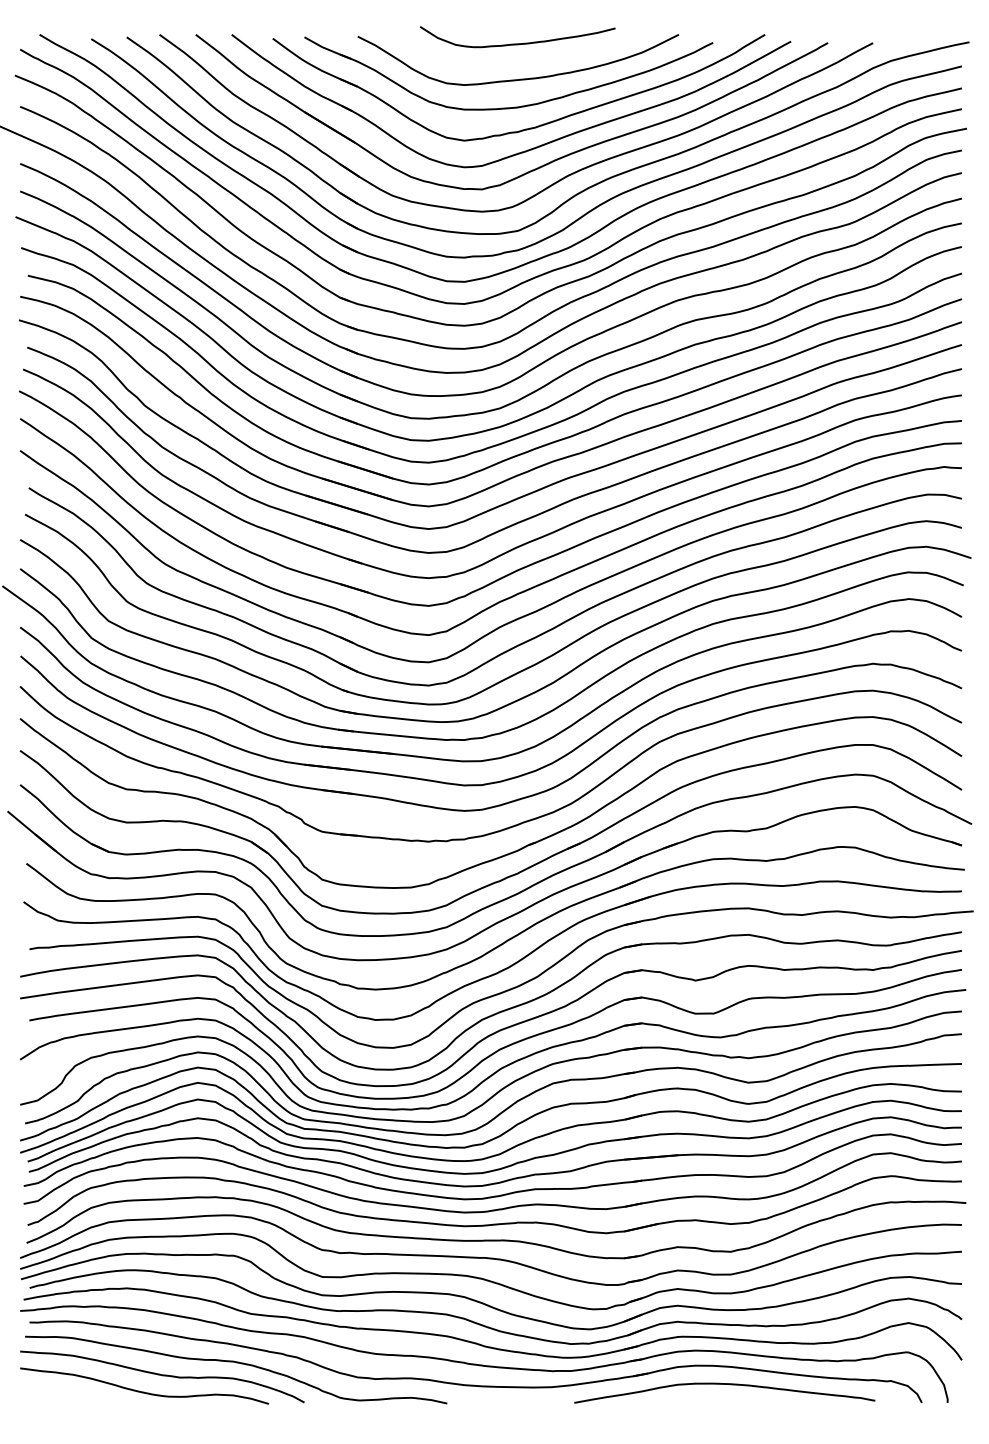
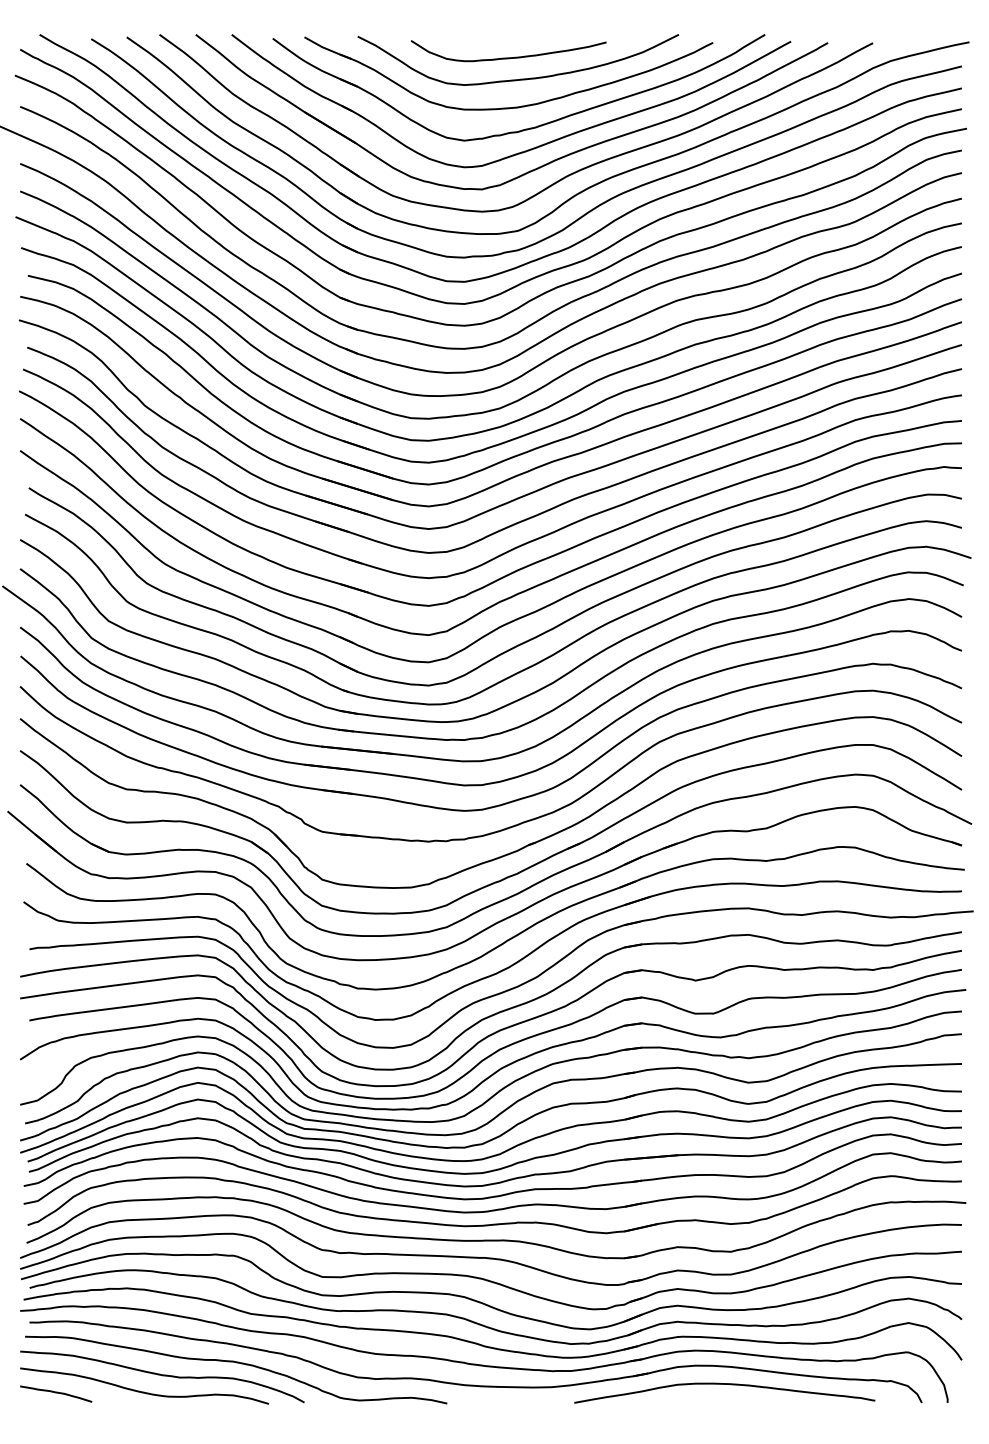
curve at (517, 43) position: (517, 43) -> (508, 57)
curve at (56, 1393): none -> present
